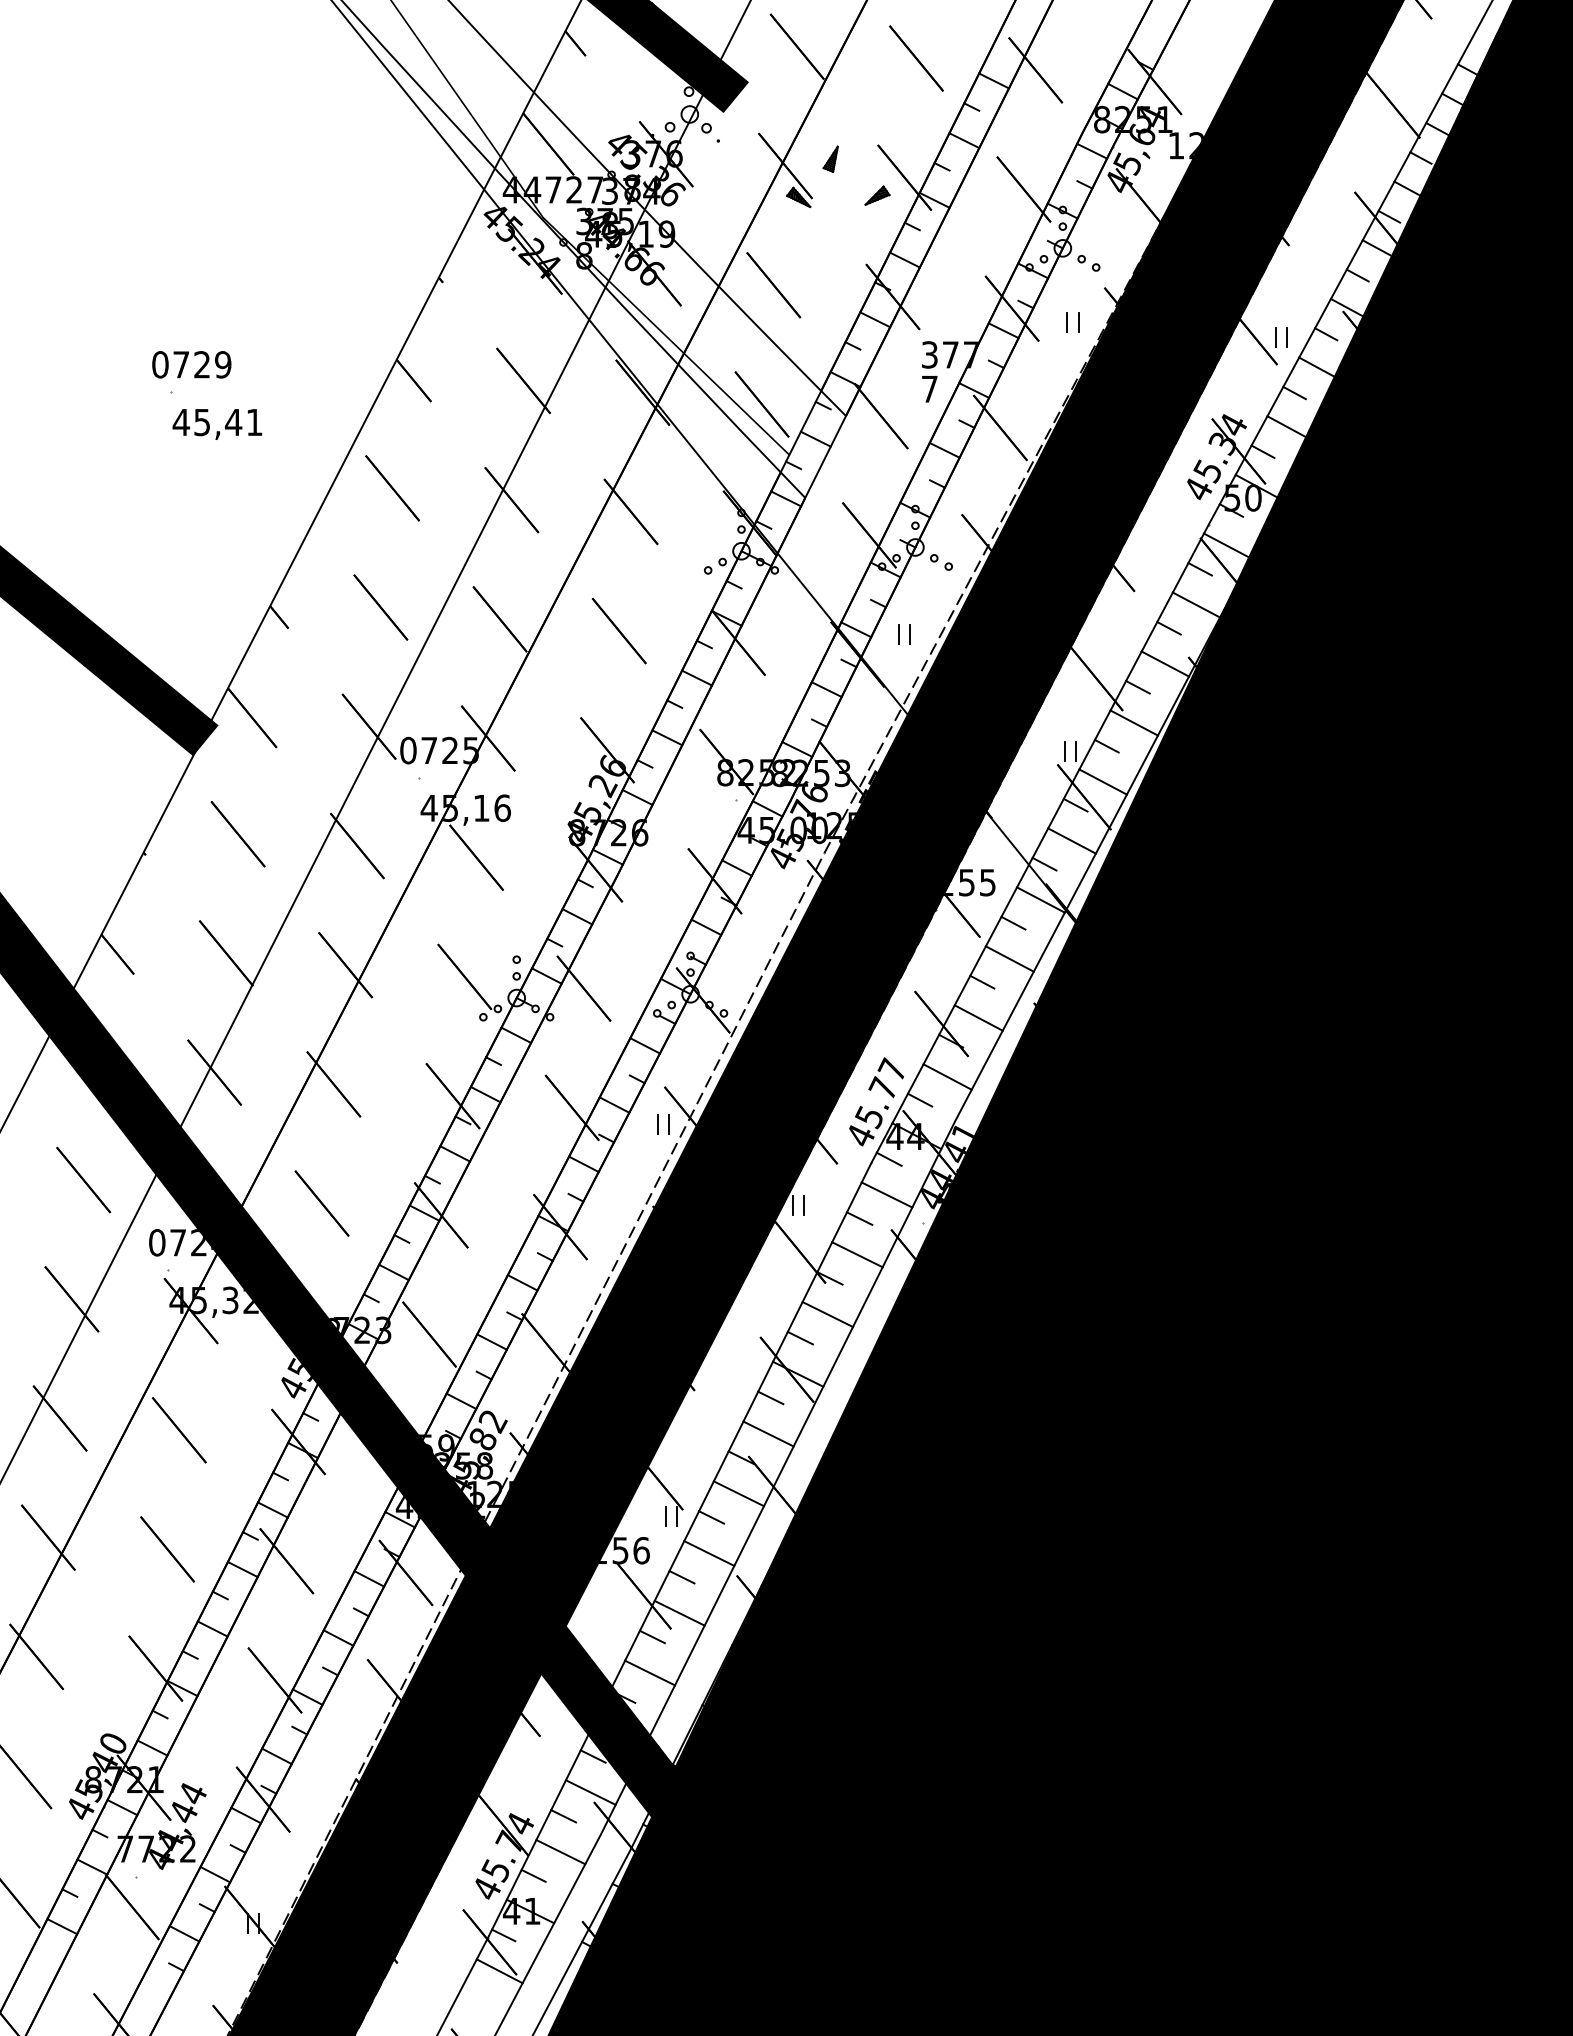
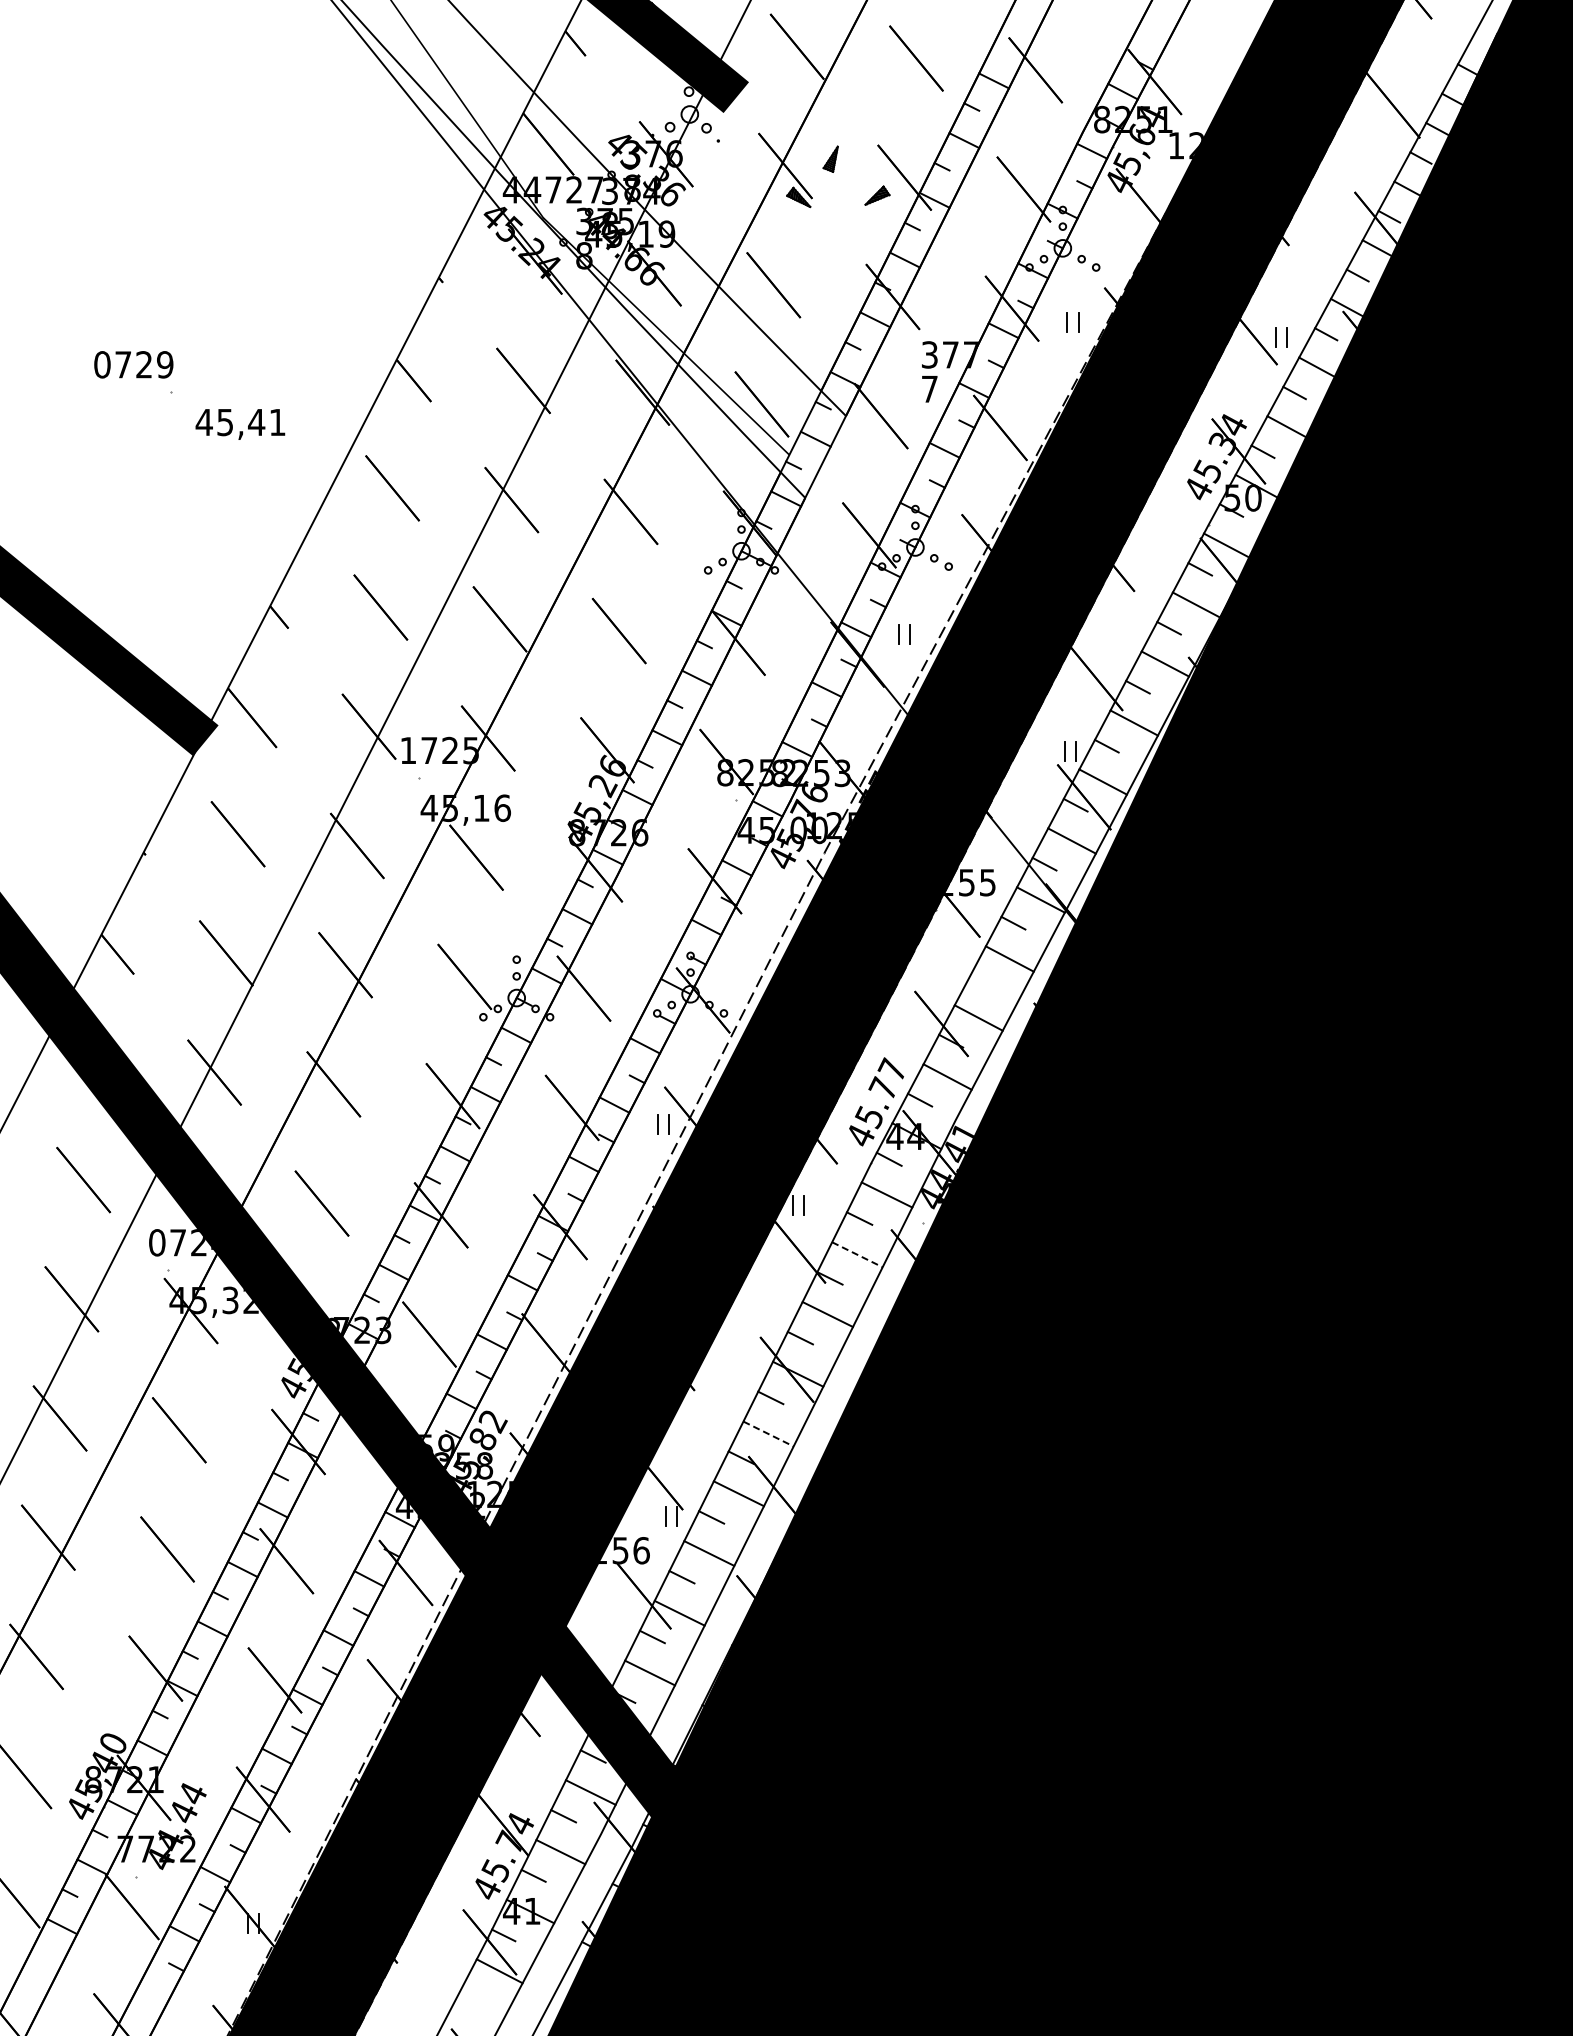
text at (191, 364) position: (191, 364) -> (133, 364)
text at (217, 424) position: (217, 424) -> (240, 424)
text at (408, 750): 0 -> 1
line at (982, 981): present -> none
line at (857, 1254): solid -> dashed
line at (769, 1434): solid -> dashed
